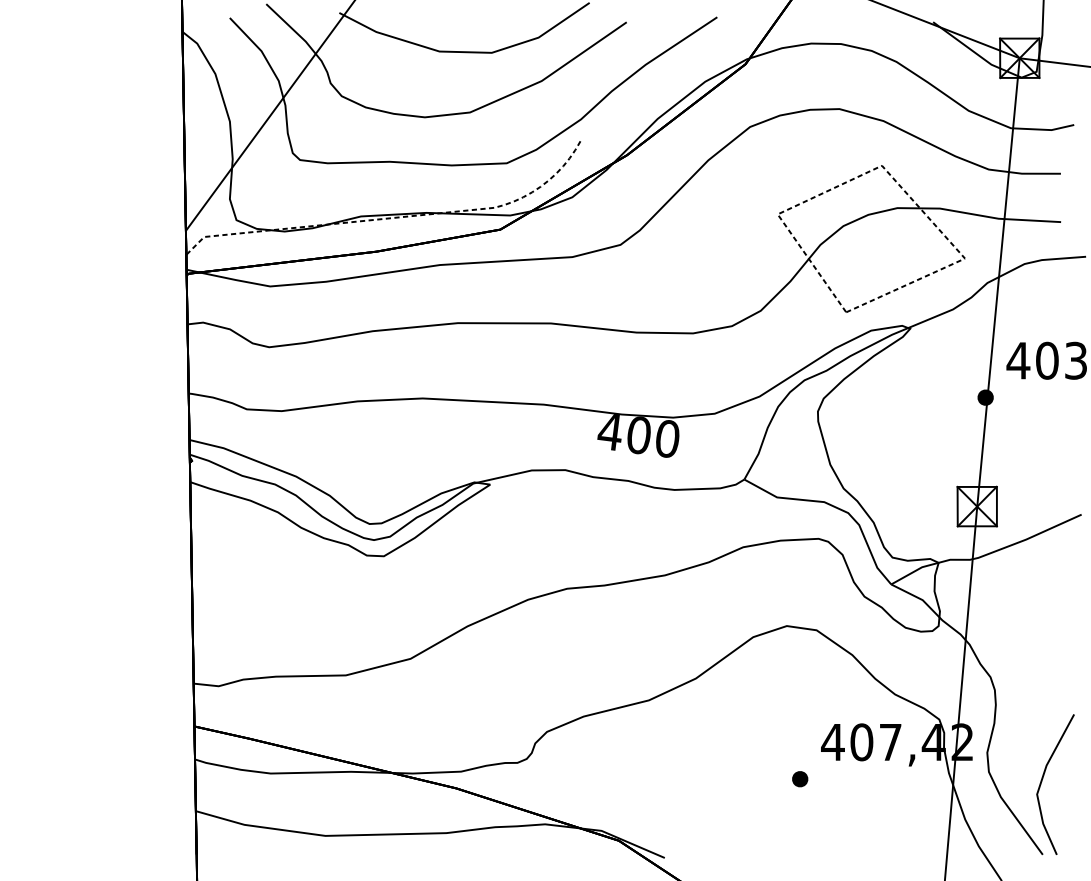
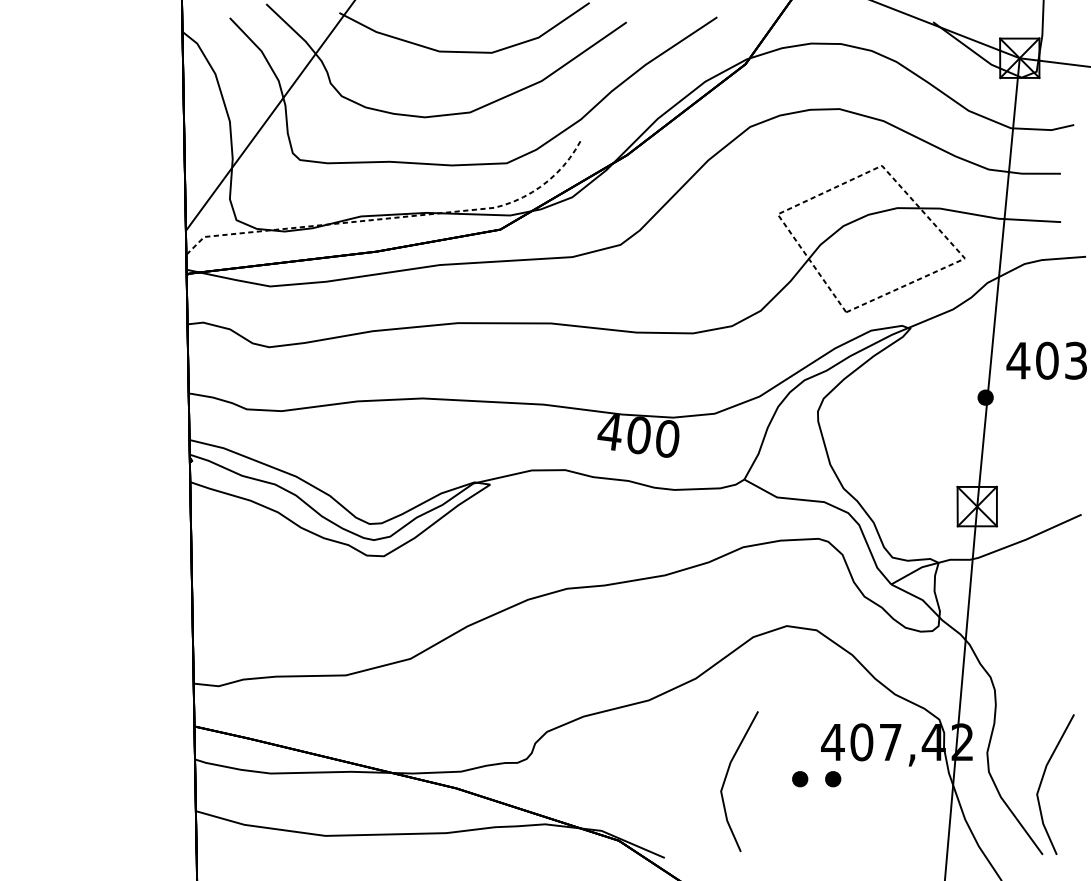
line at (726, 778): none -> present
part at (833, 779): none -> present
